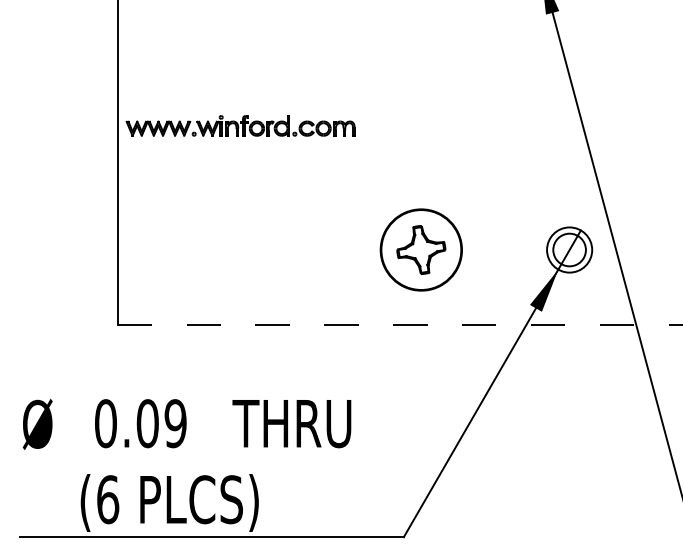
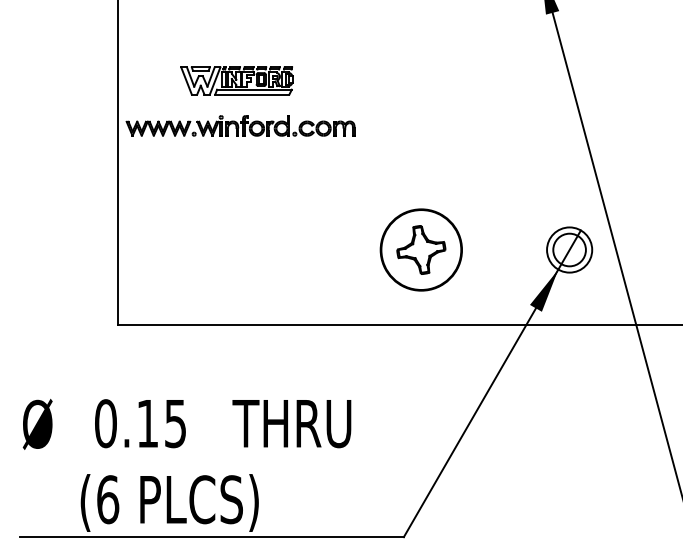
part at (236, 80): none -> present
line at (400, 325): dashed -> solid
text at (161, 423): 0.09 -> 0.15
